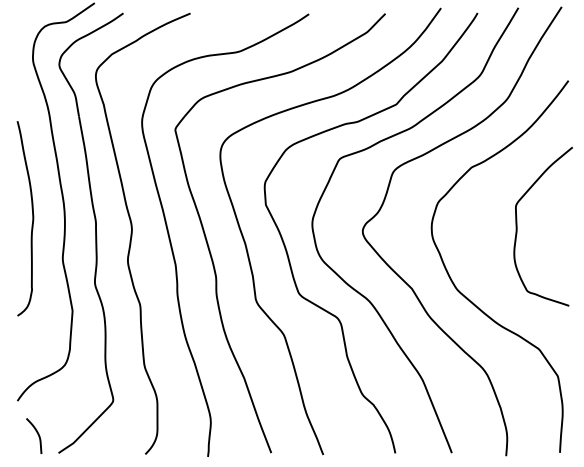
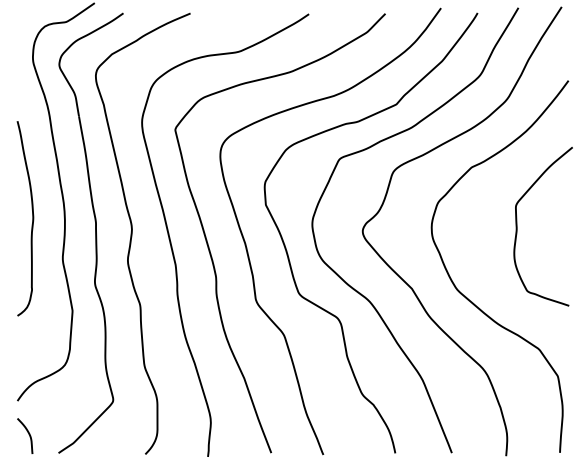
curve at (37, 434) position: (37, 434) -> (28, 434)
